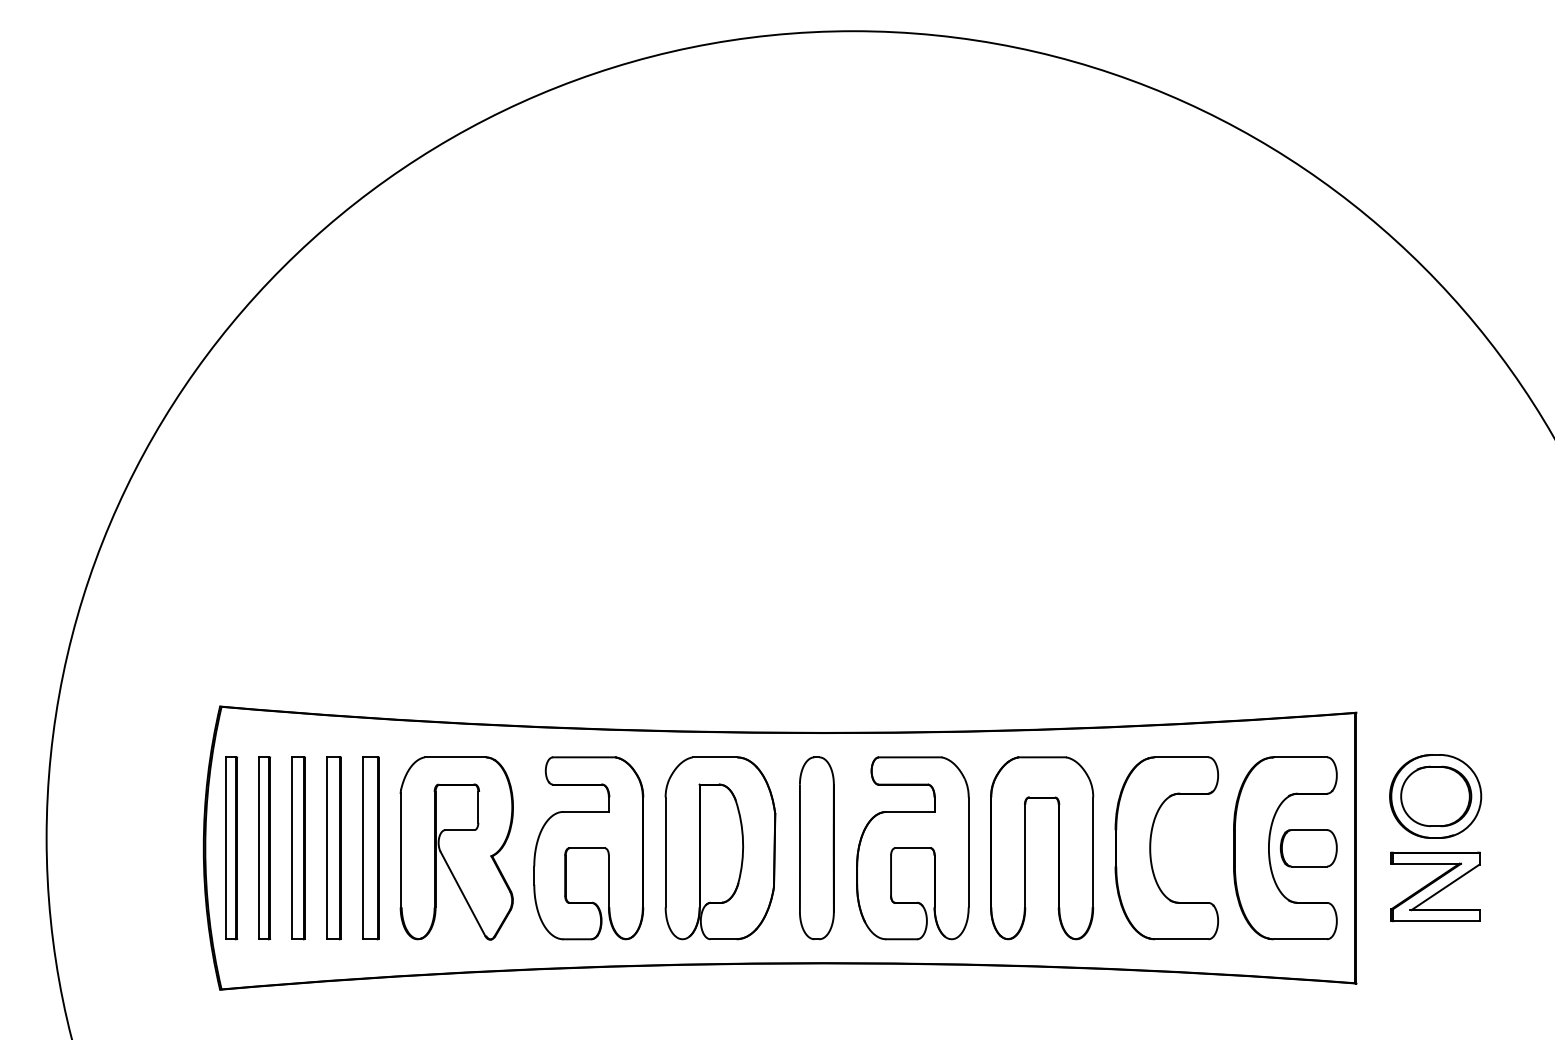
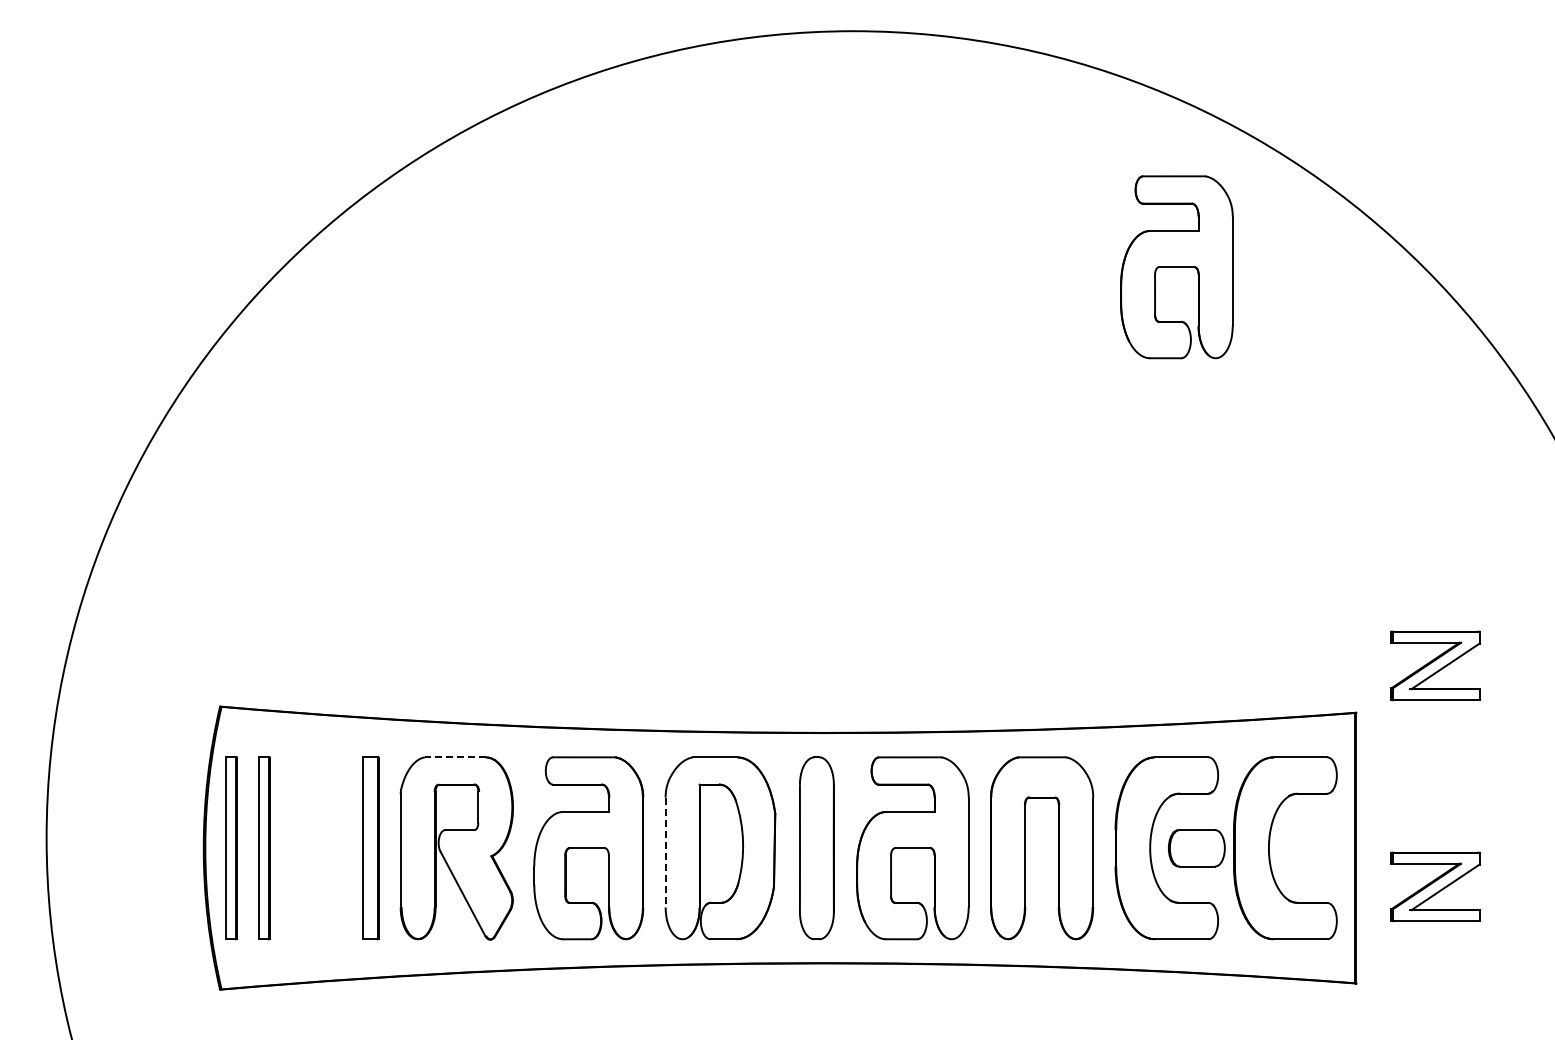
part at (1176, 267): none -> present
part at (1435, 665): none -> present
line at (454, 757): solid -> dashed
part at (1435, 796): present -> none
part at (298, 848): present -> none
part at (333, 848): present -> none
part at (1308, 848) position: (1308, 848) -> (1196, 848)
line at (665, 852): solid -> dashed
